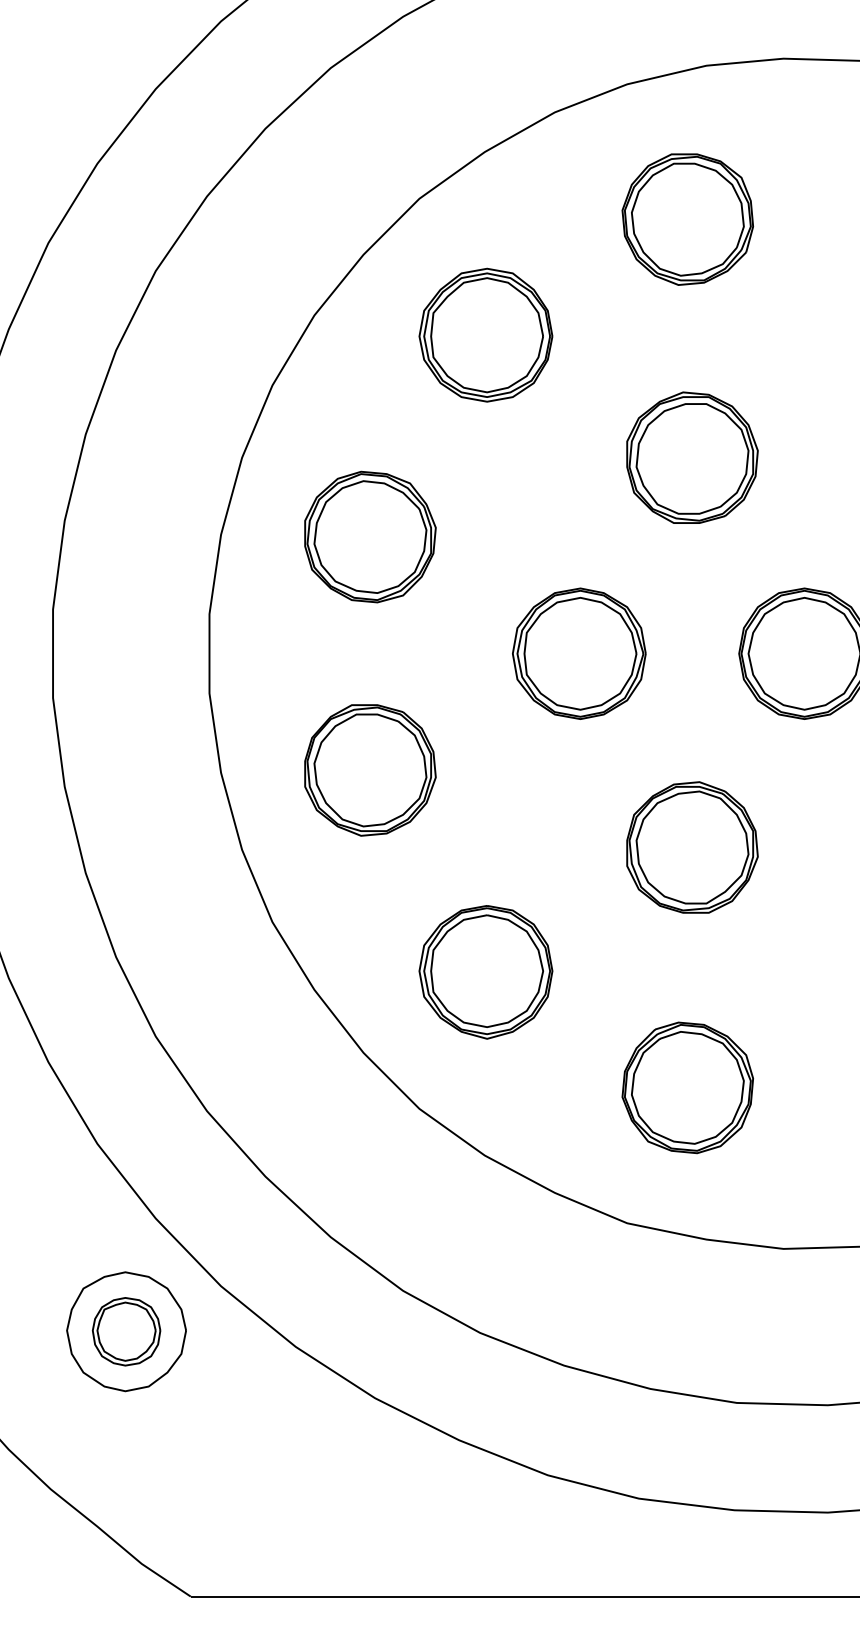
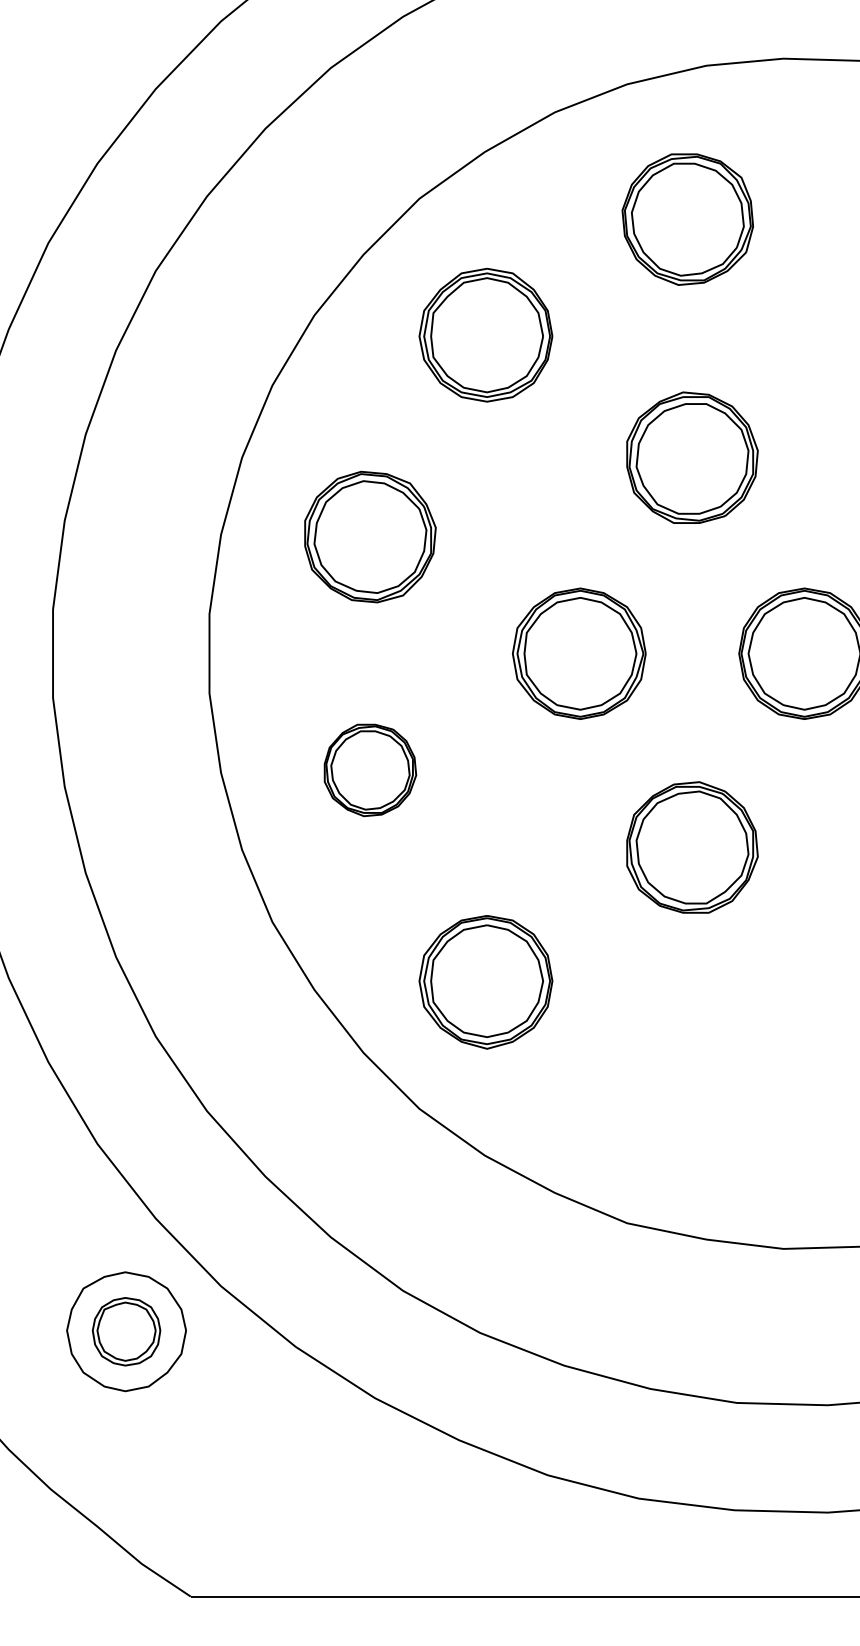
part at (370, 770) size: 133x133 px -> 95x95 px
part at (485, 972) position: (485, 972) -> (485, 982)
part at (687, 1087): present -> none
